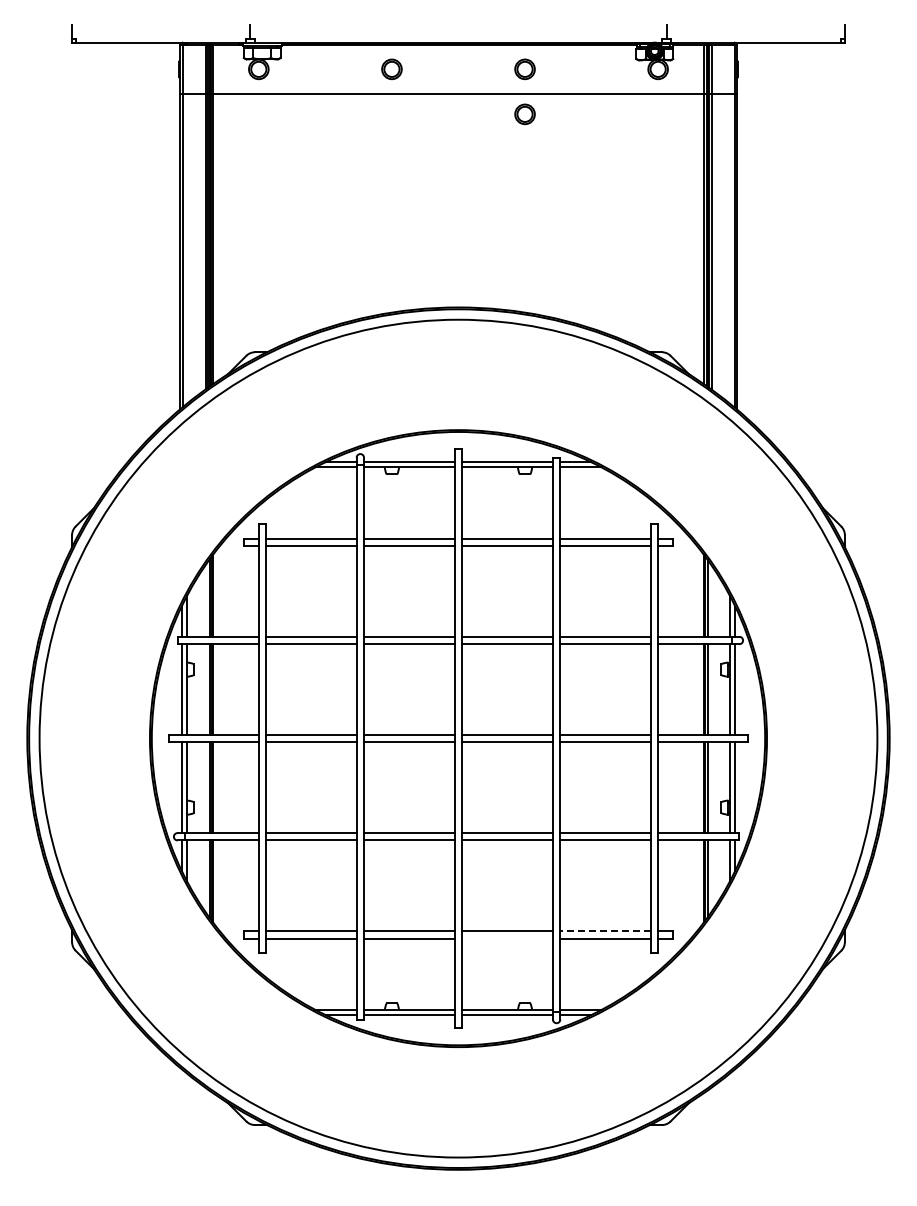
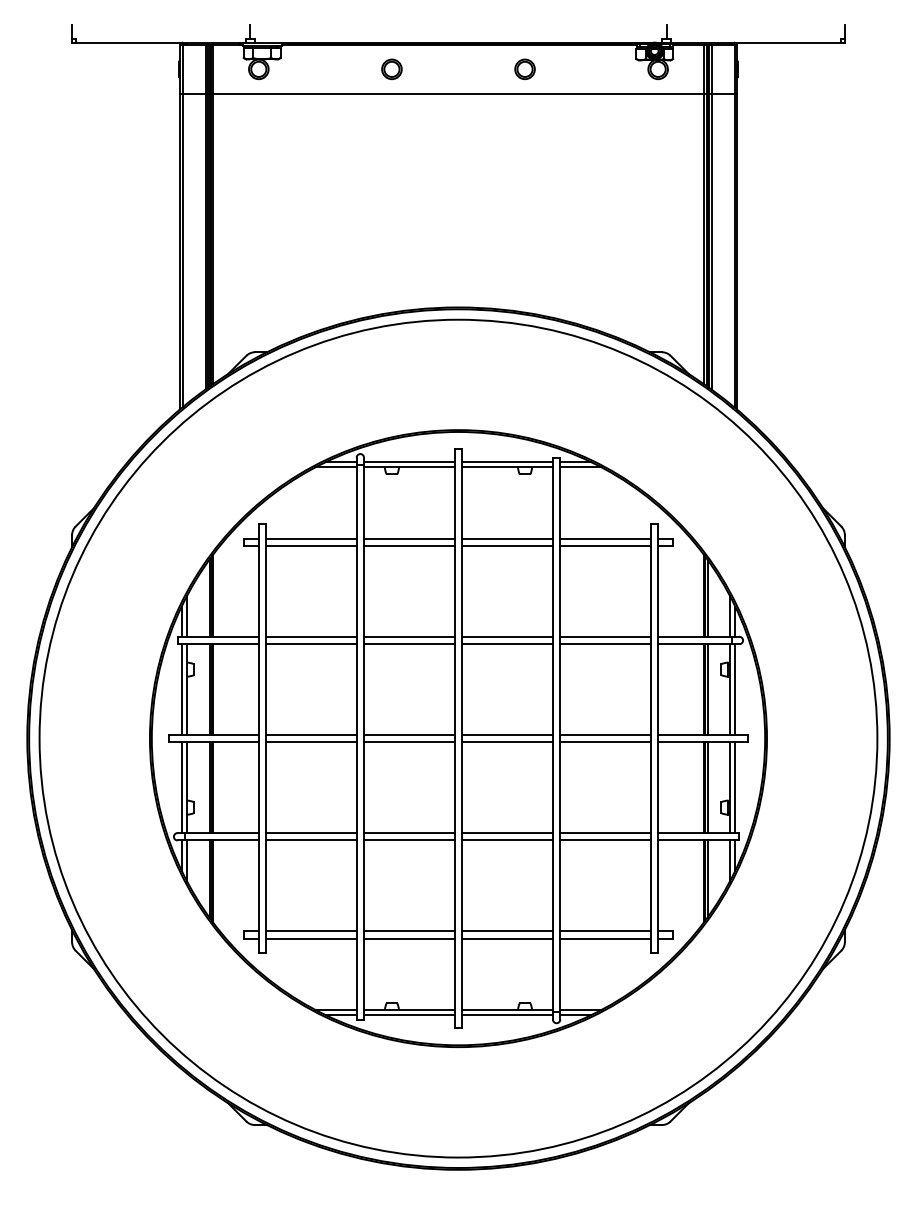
part at (524, 114): present -> none
line at (605, 931): dashed -> solid
line at (507, 938): none -> present
